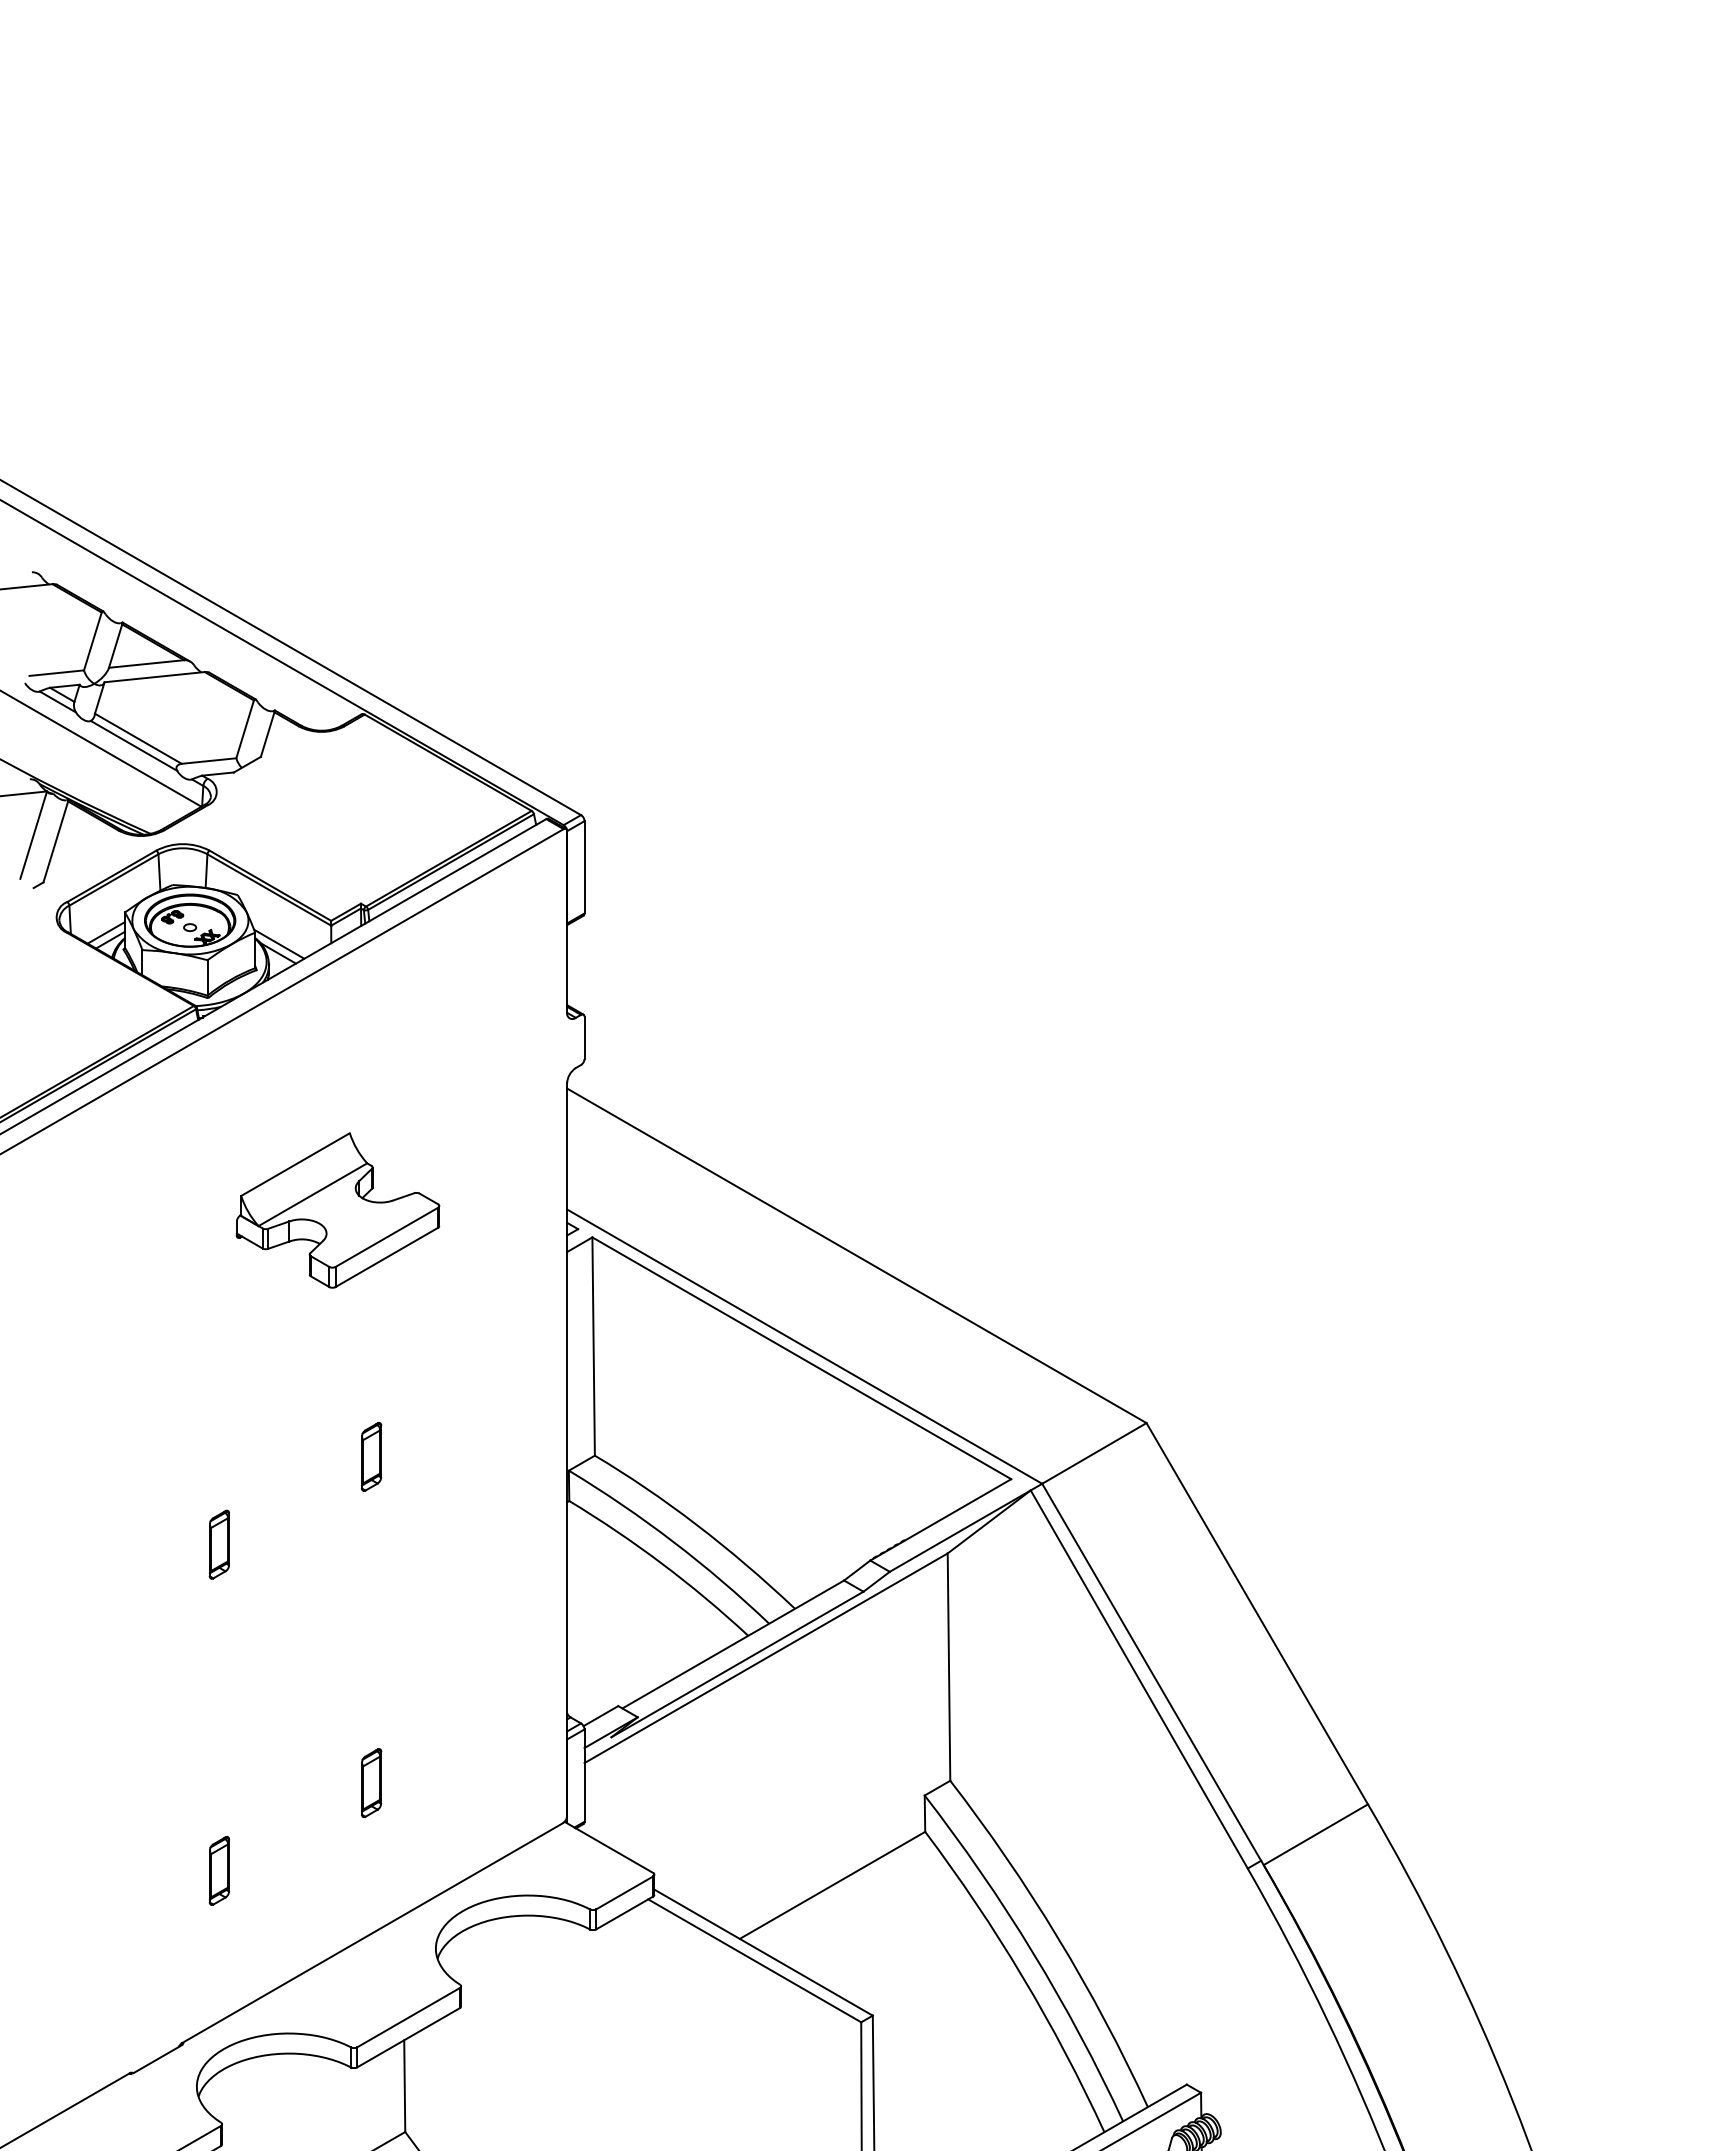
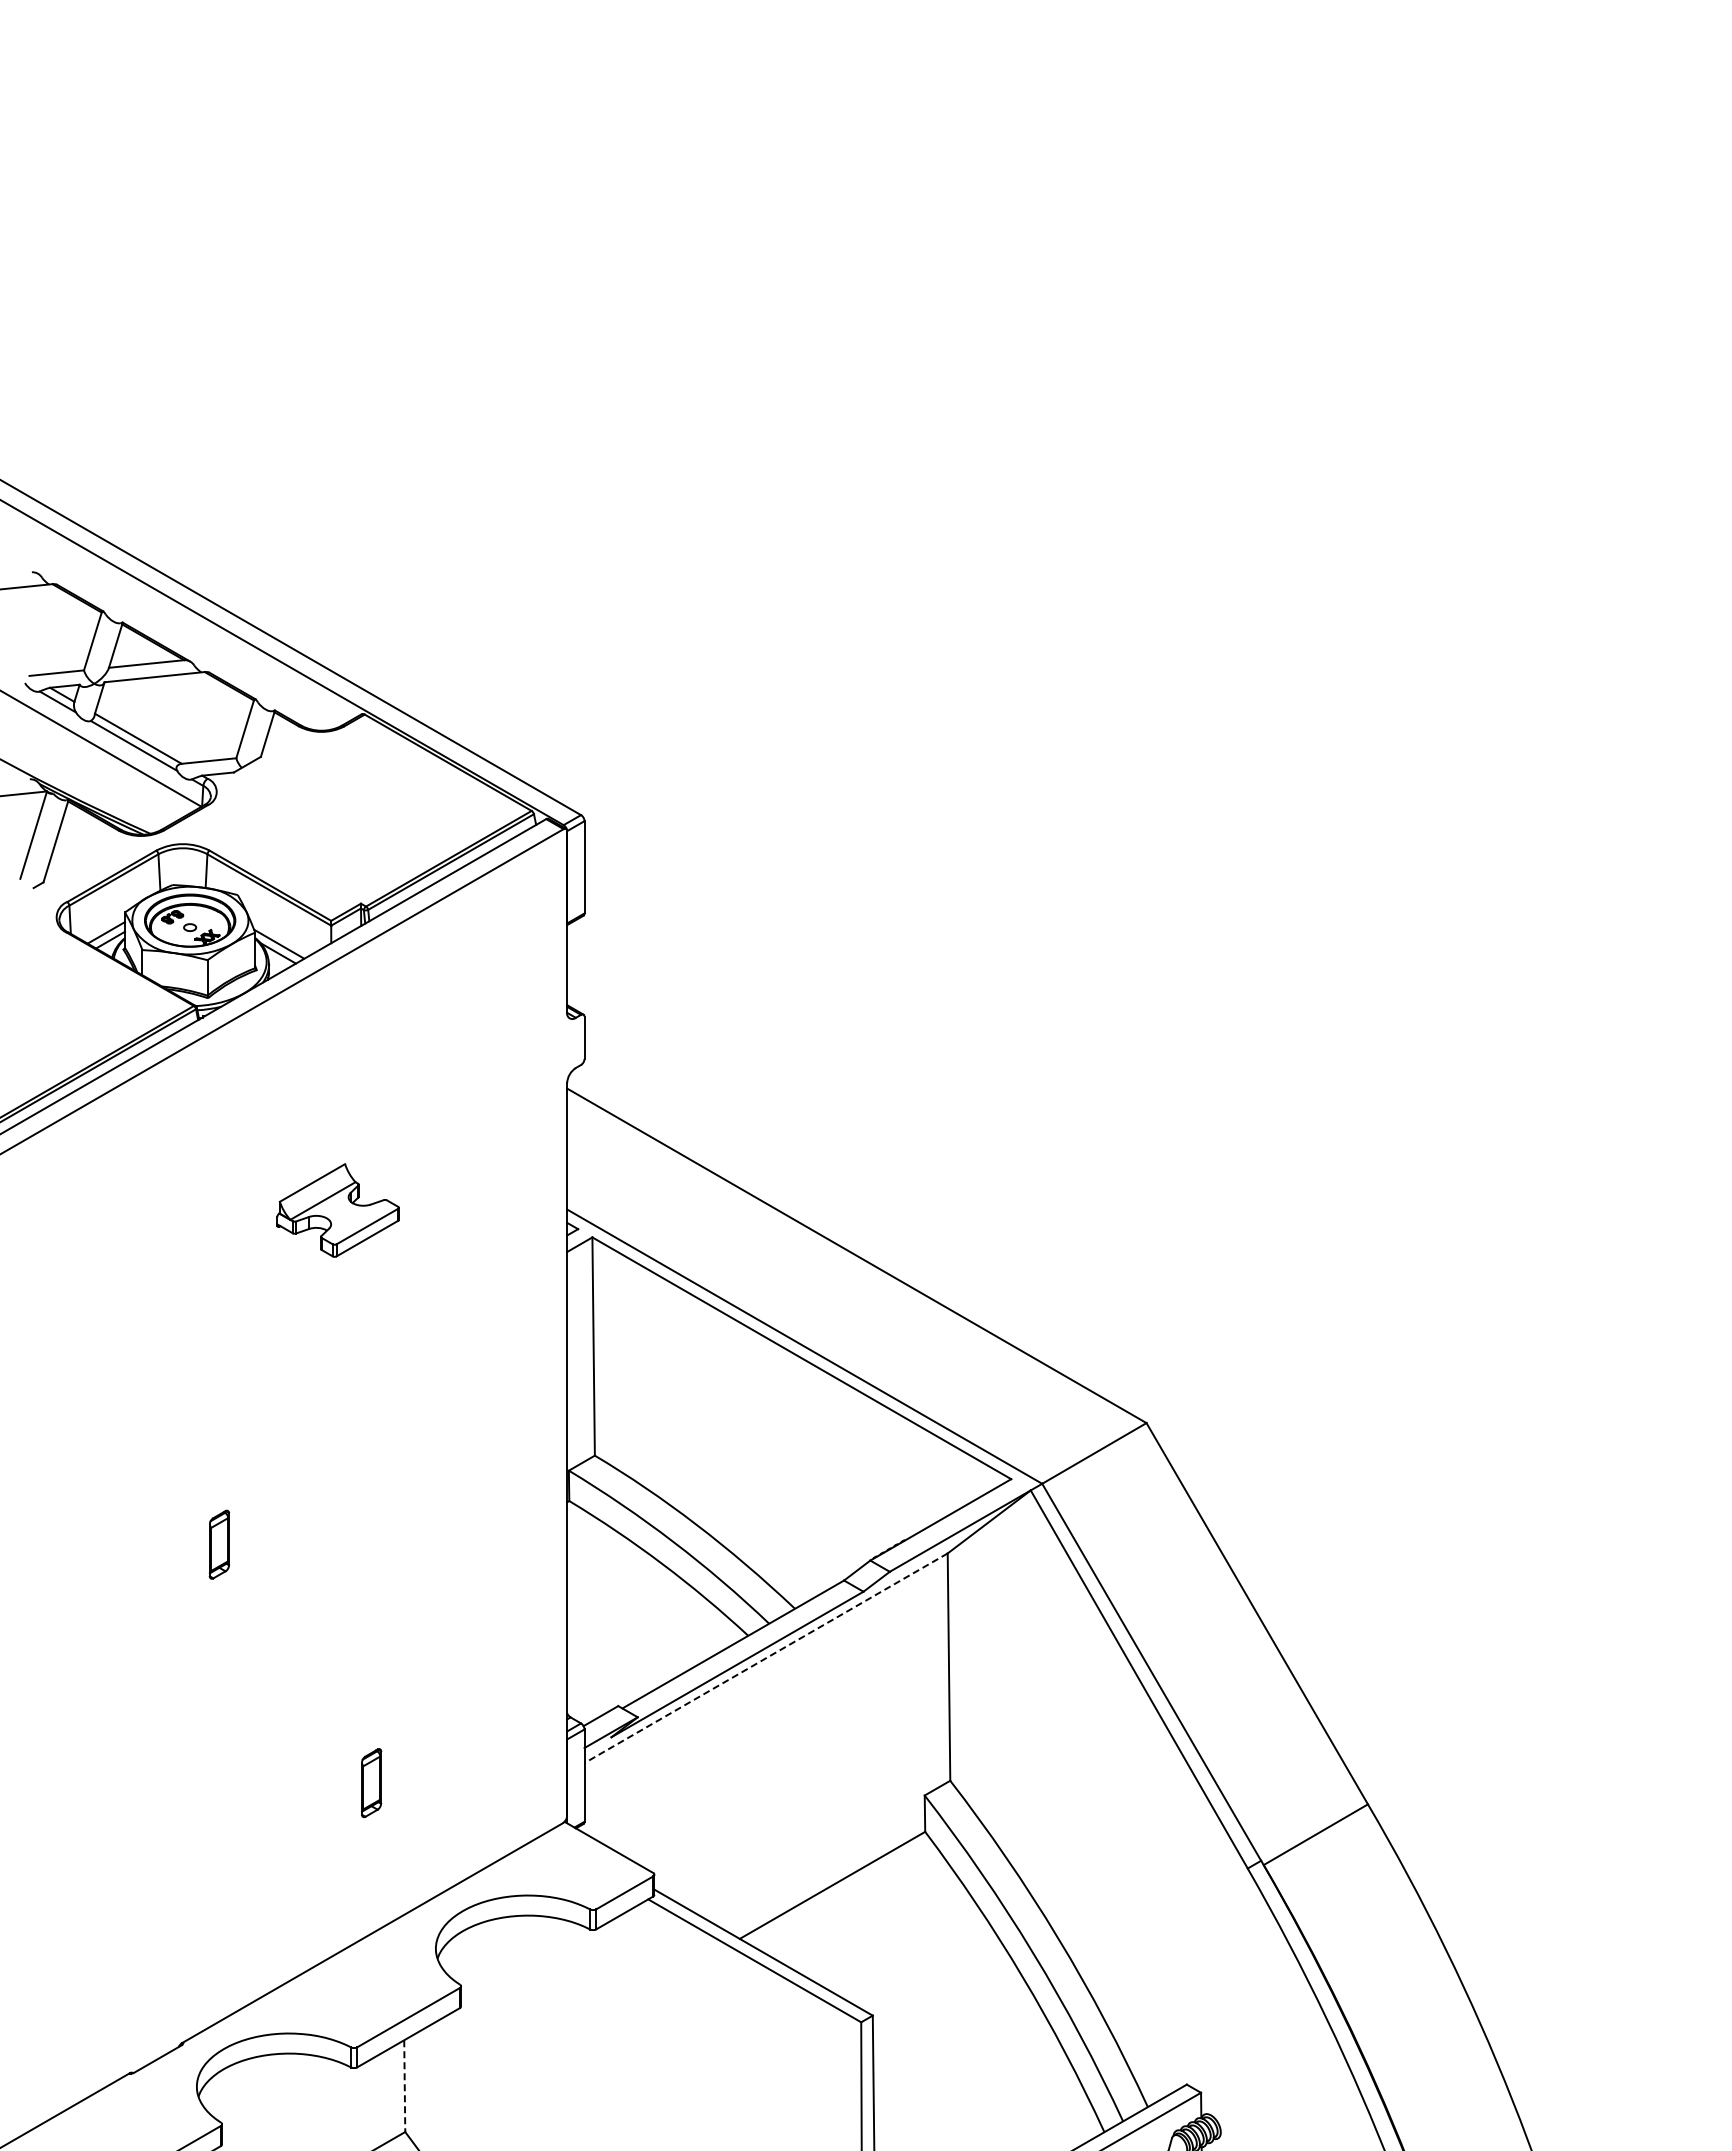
part at (337, 1210) size: 206x157 px -> 124x95 px
part at (371, 1456): present -> none
line at (766, 1658): solid -> dashed
part at (219, 1870): present -> none
line at (404, 2086): solid -> dashed
